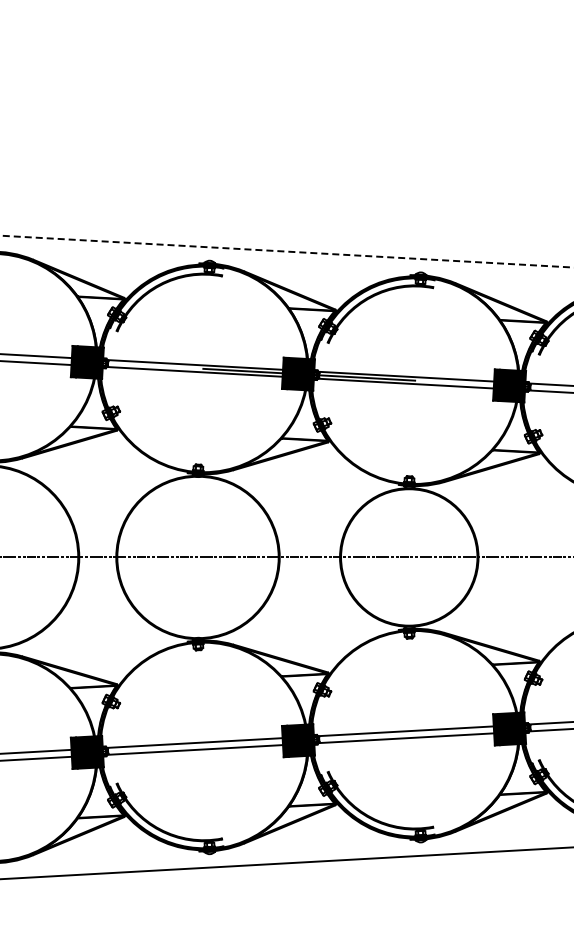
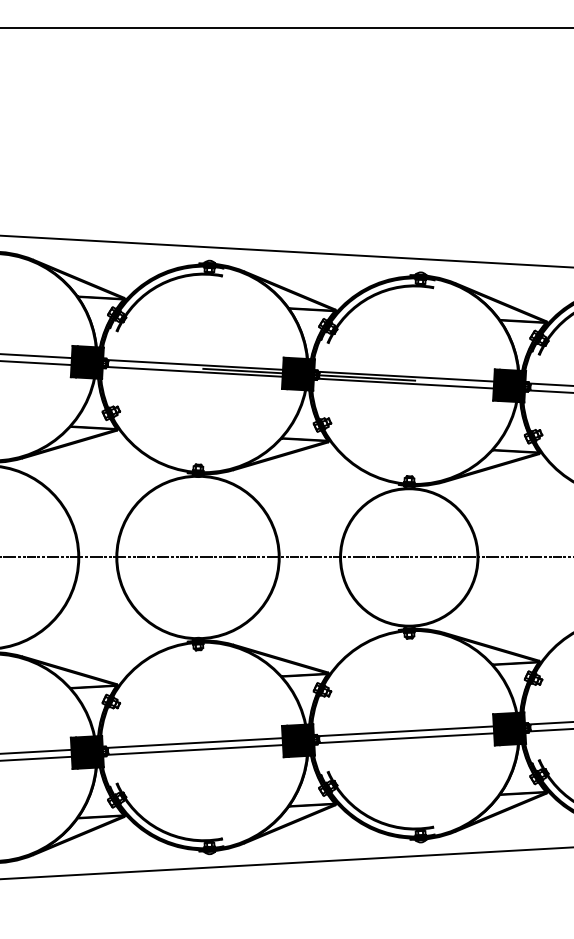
line at (286, 28): none -> present
line at (287, 251): dashed -> solid
